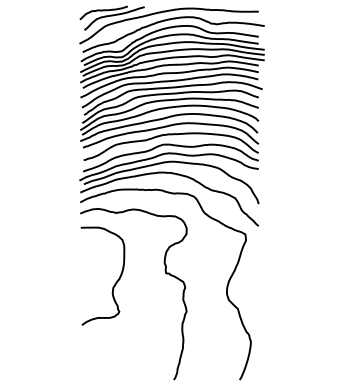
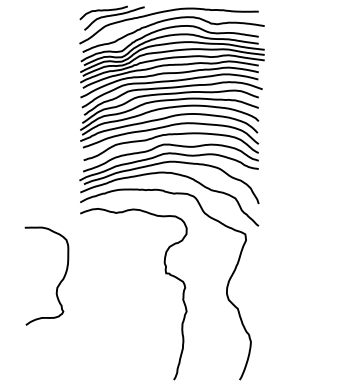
curve at (115, 282) position: (115, 282) -> (59, 282)
